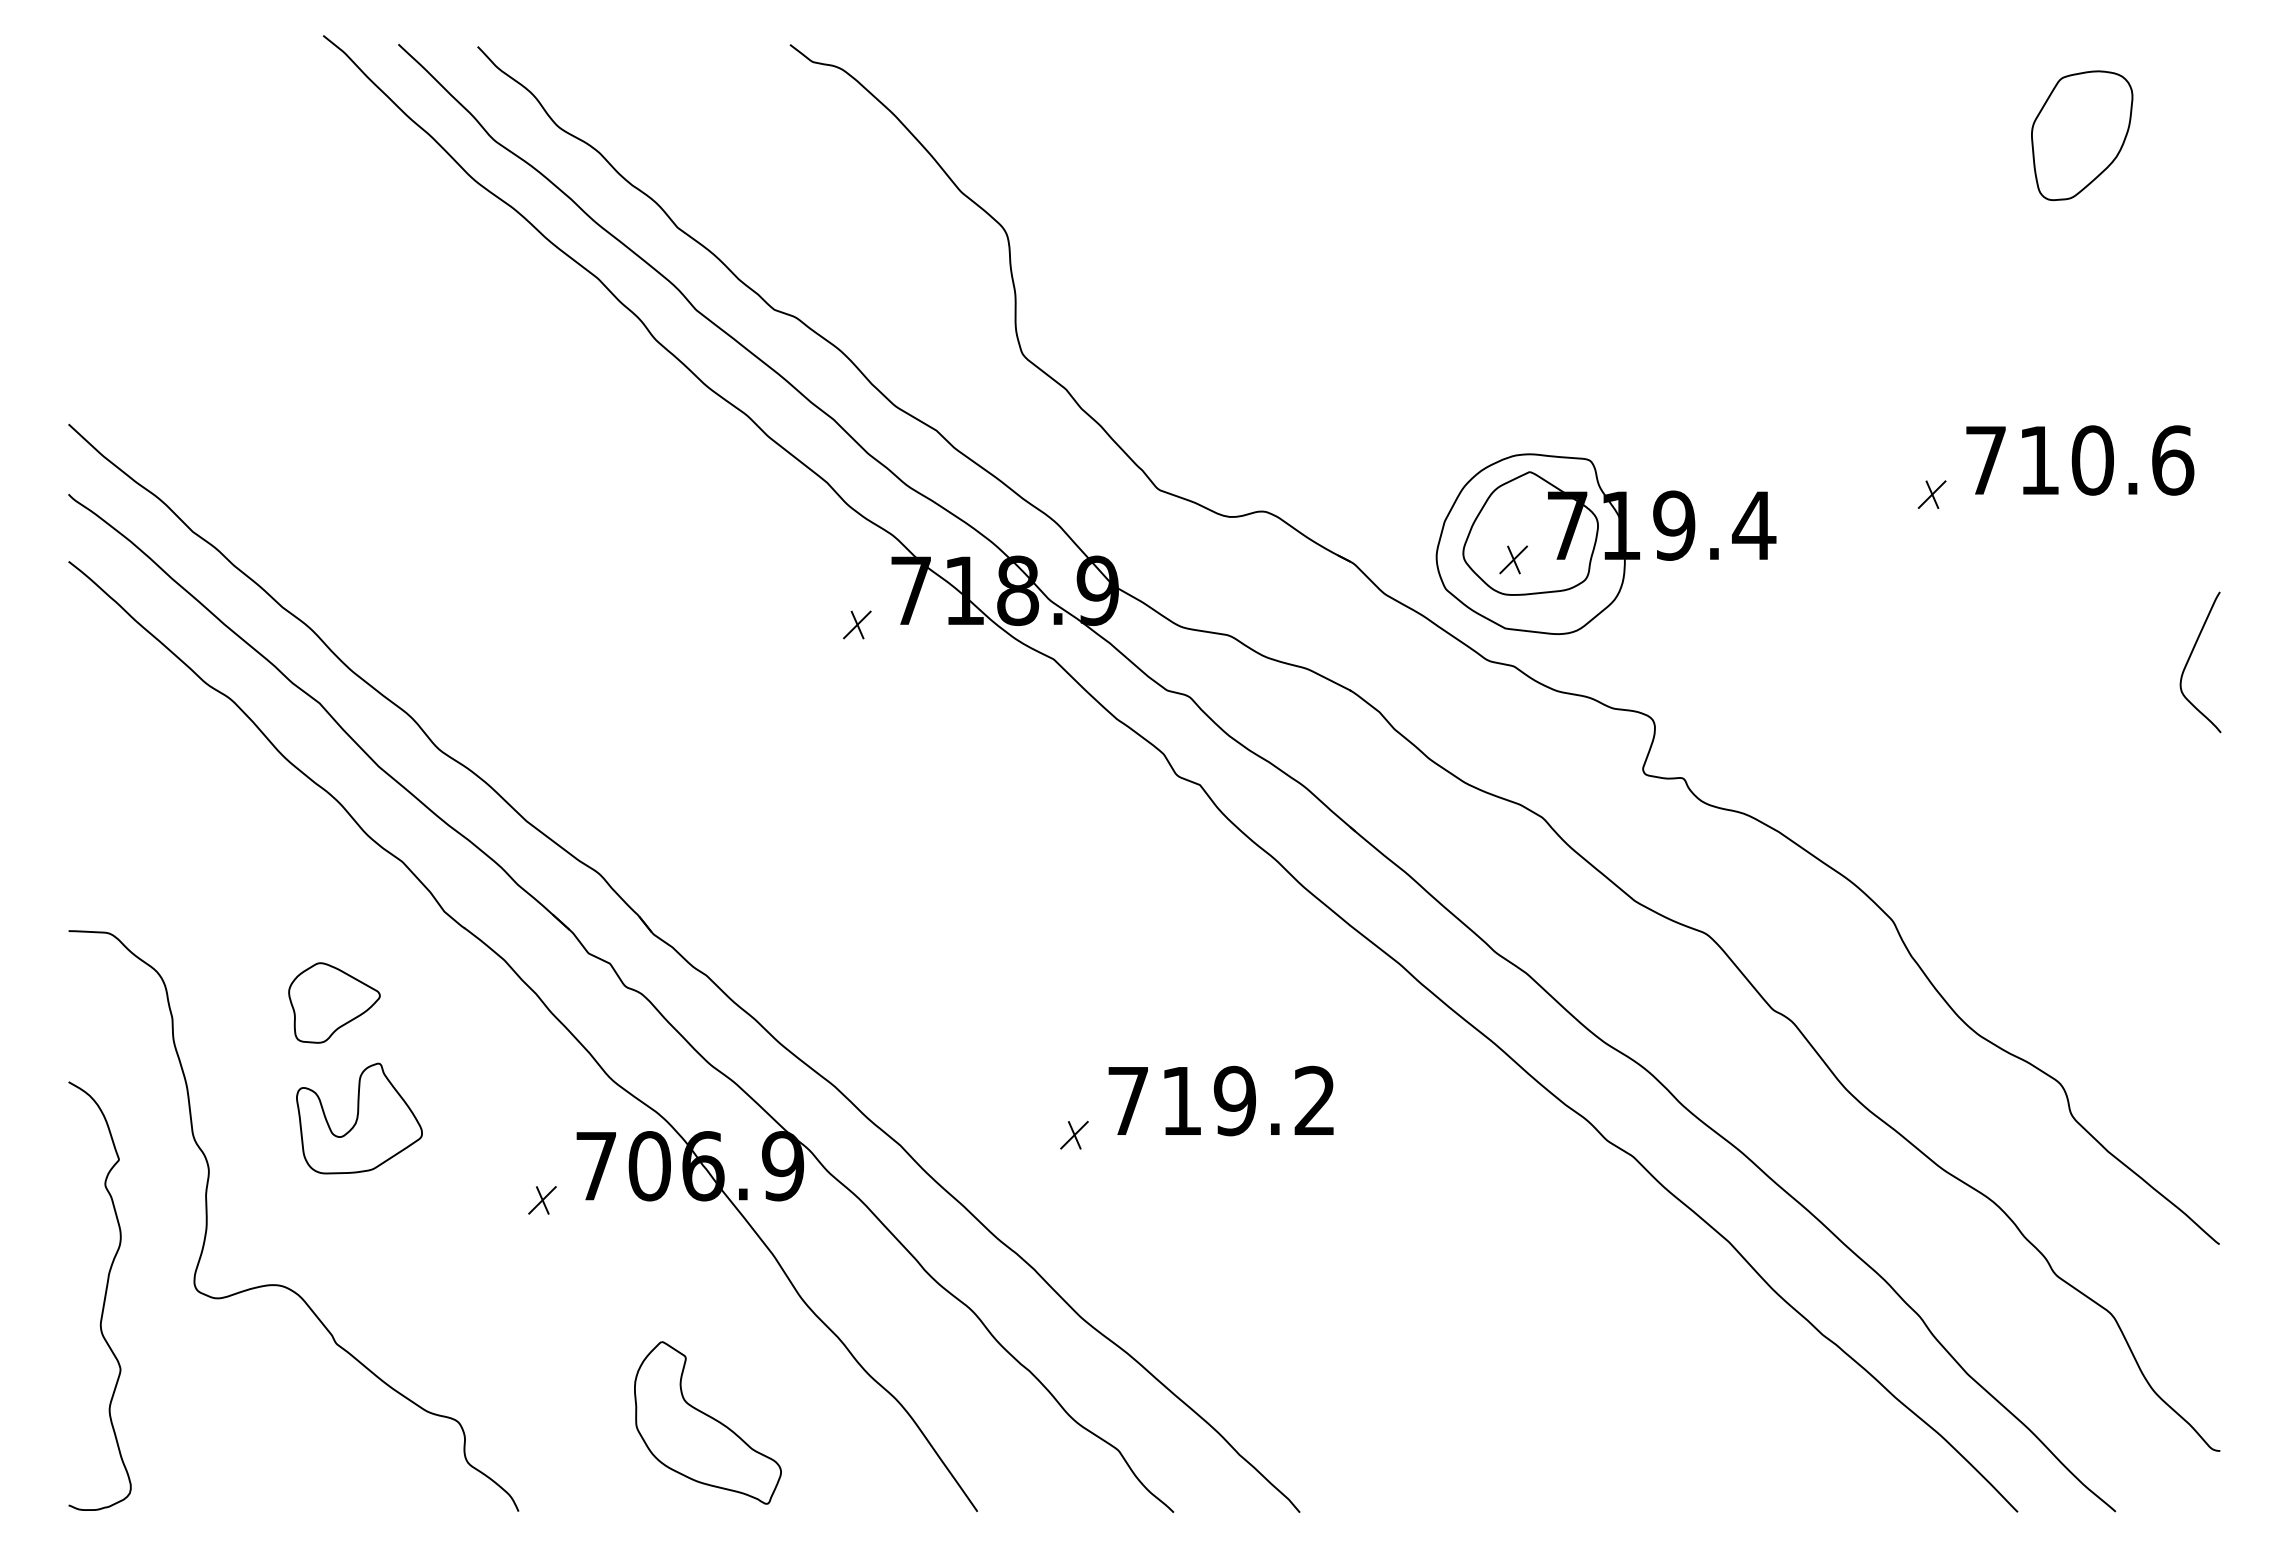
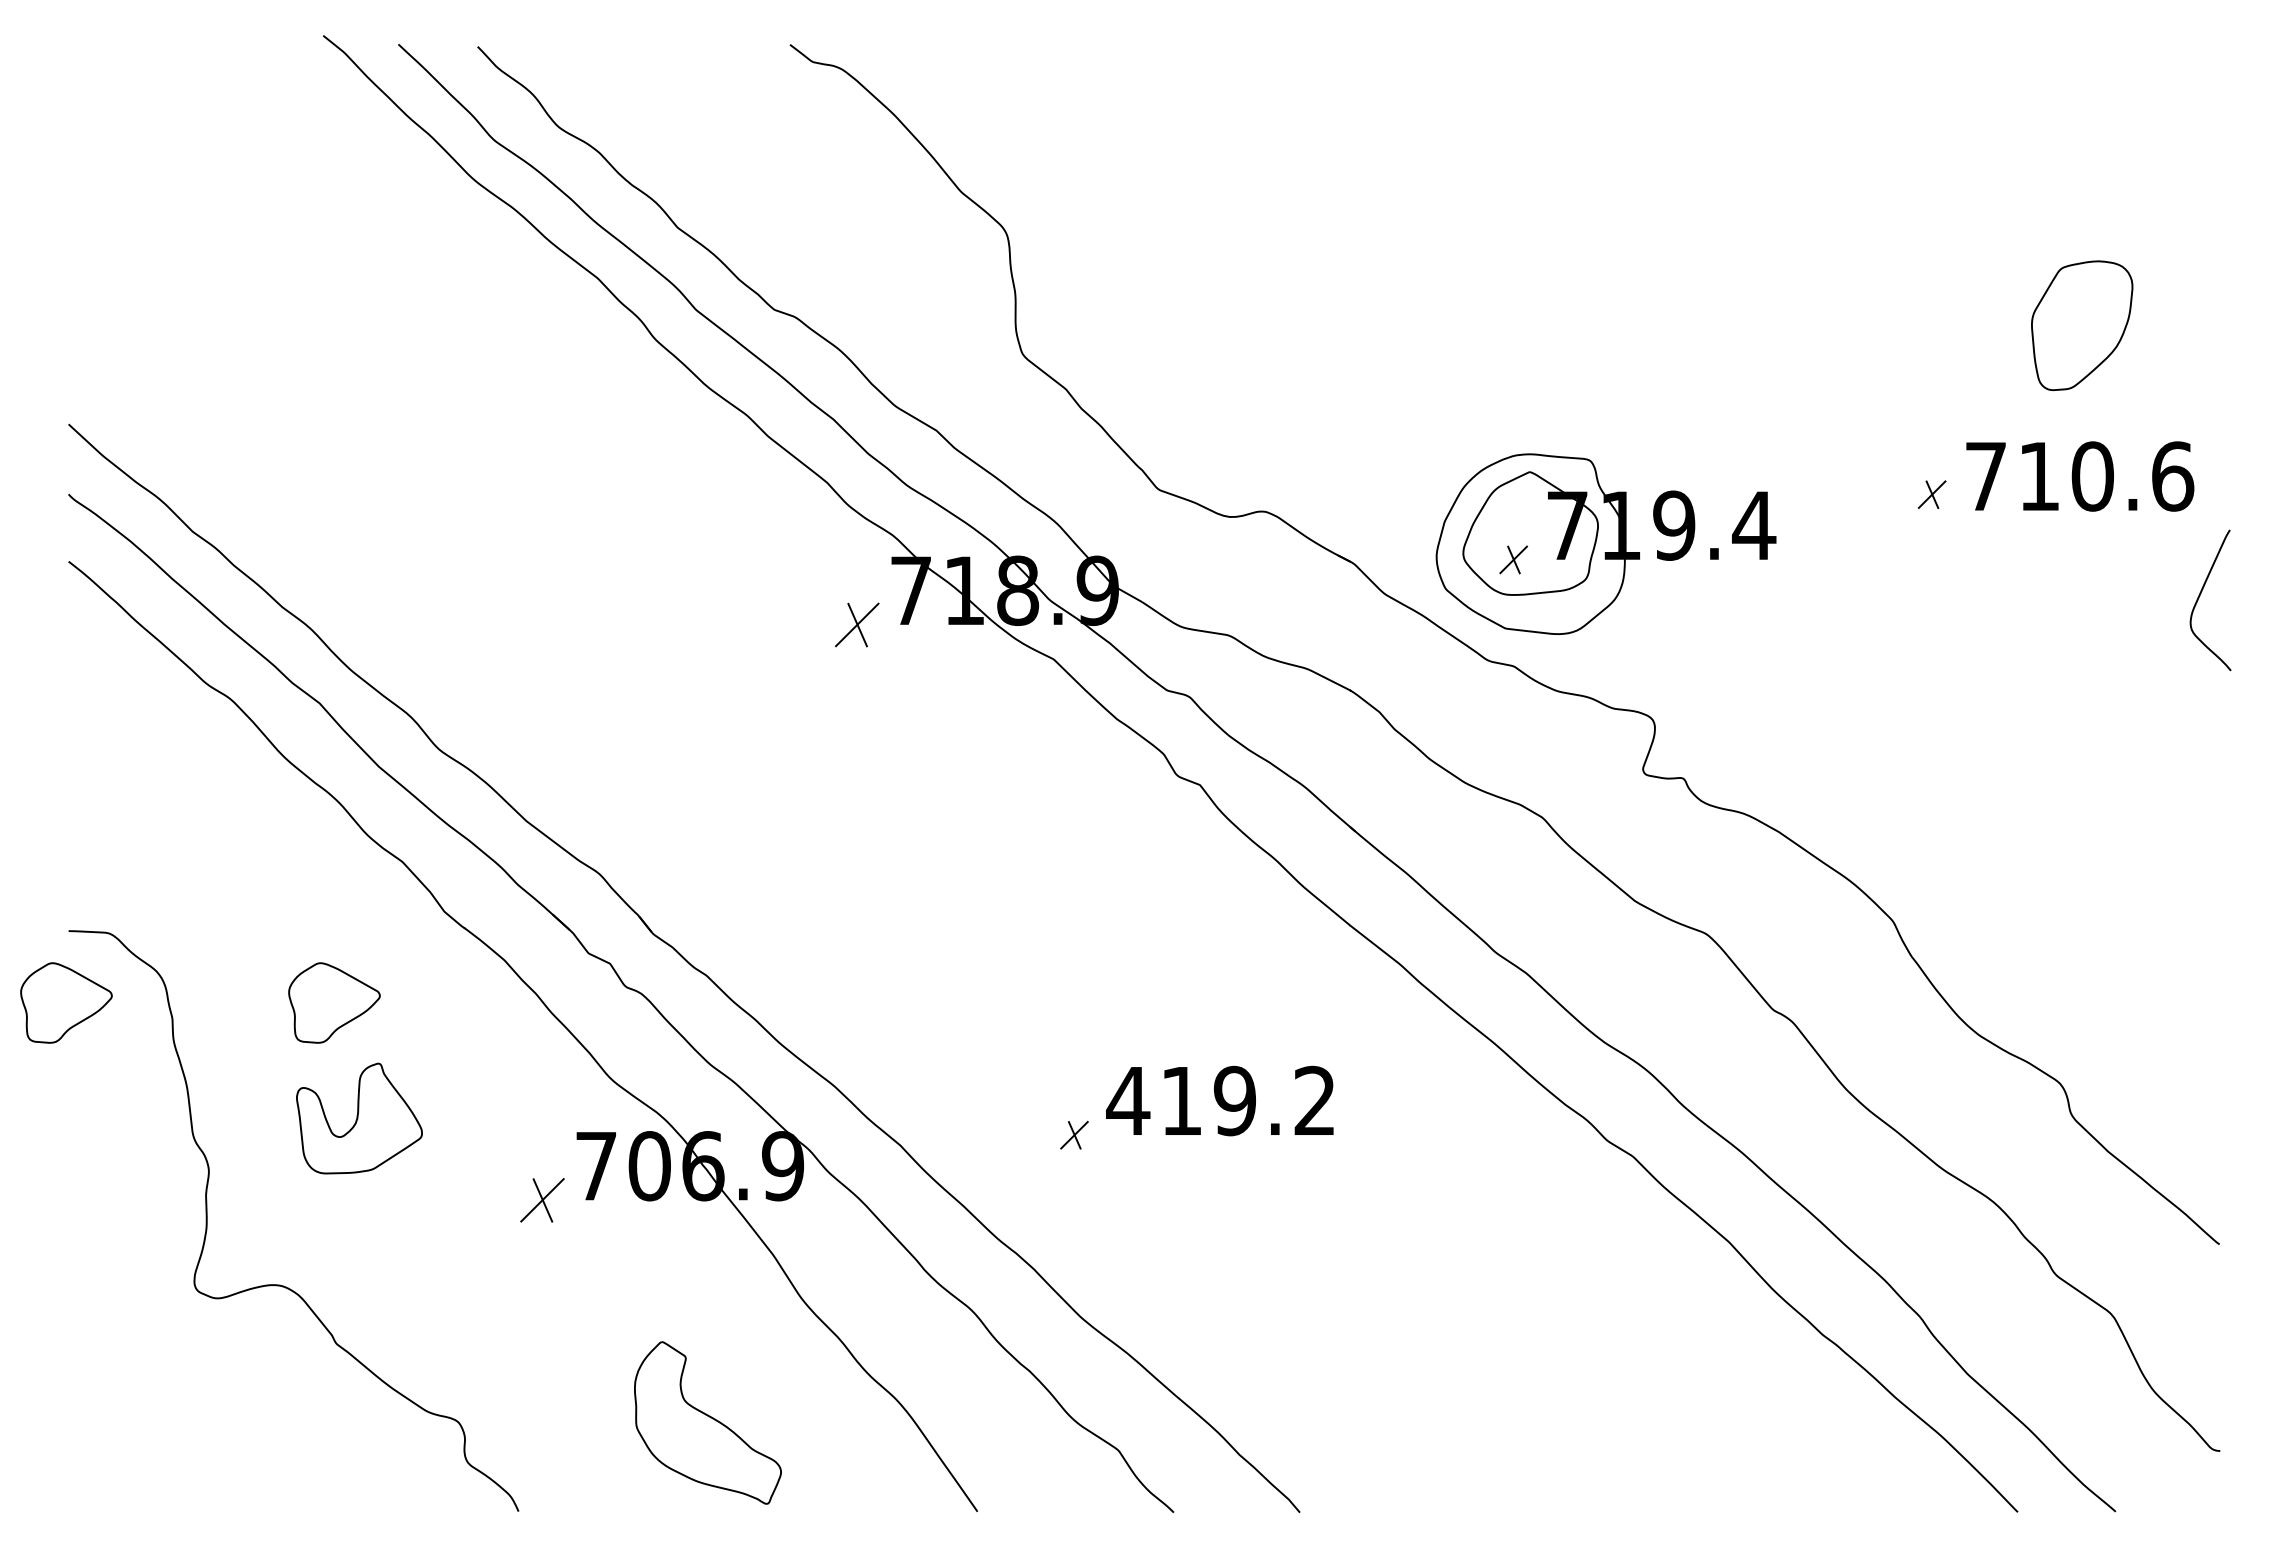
part at (2082, 135) position: (2082, 135) -> (2082, 325)
text at (2080, 460) position: (2080, 460) -> (2080, 476)
part at (857, 624) size: 29x30 px -> 45x46 px
curve at (2190, 658) position: (2190, 658) -> (2200, 596)
part at (66, 1002): none -> present
text at (1128, 1100): 719.2 -> 419.2
part at (542, 1200) size: 29x29 px -> 45x45 px
curve at (104, 1295): present -> none
